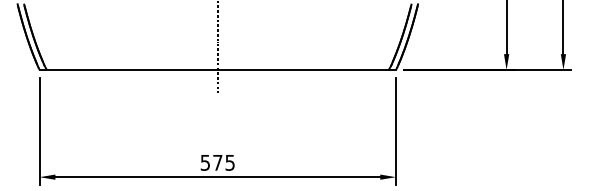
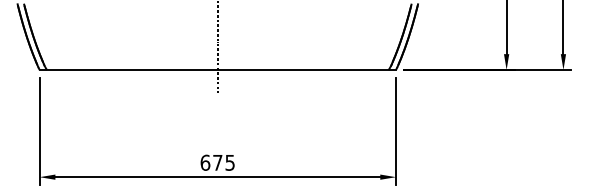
text at (205, 162): 575 -> 675
